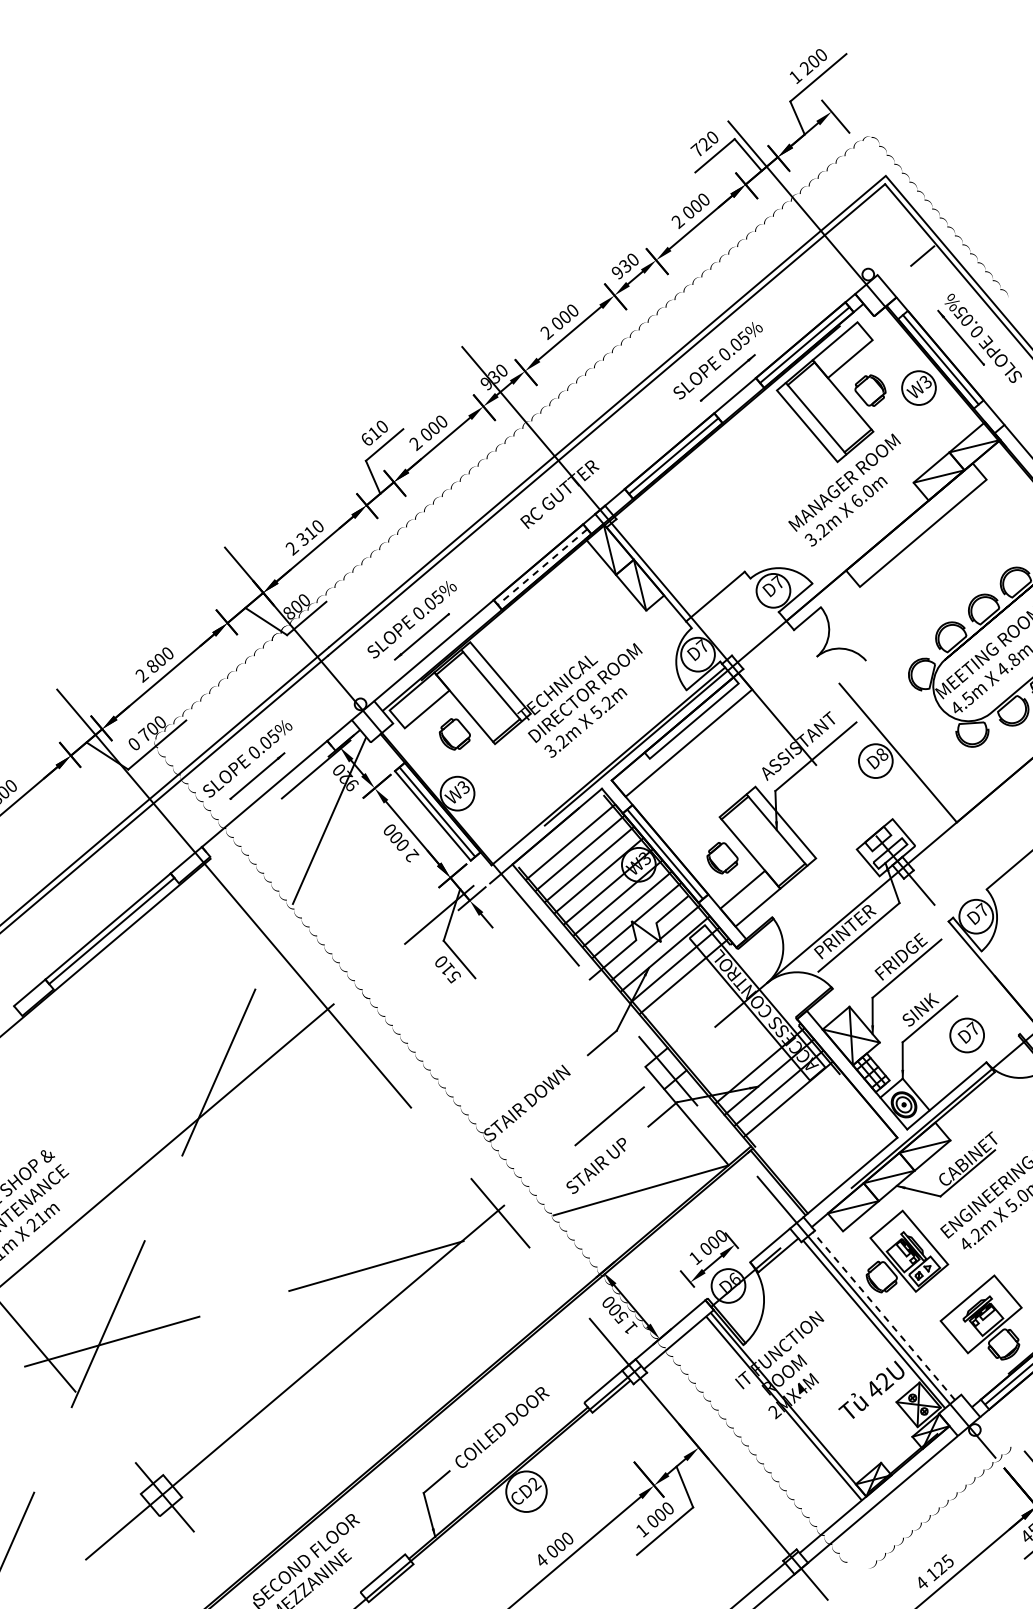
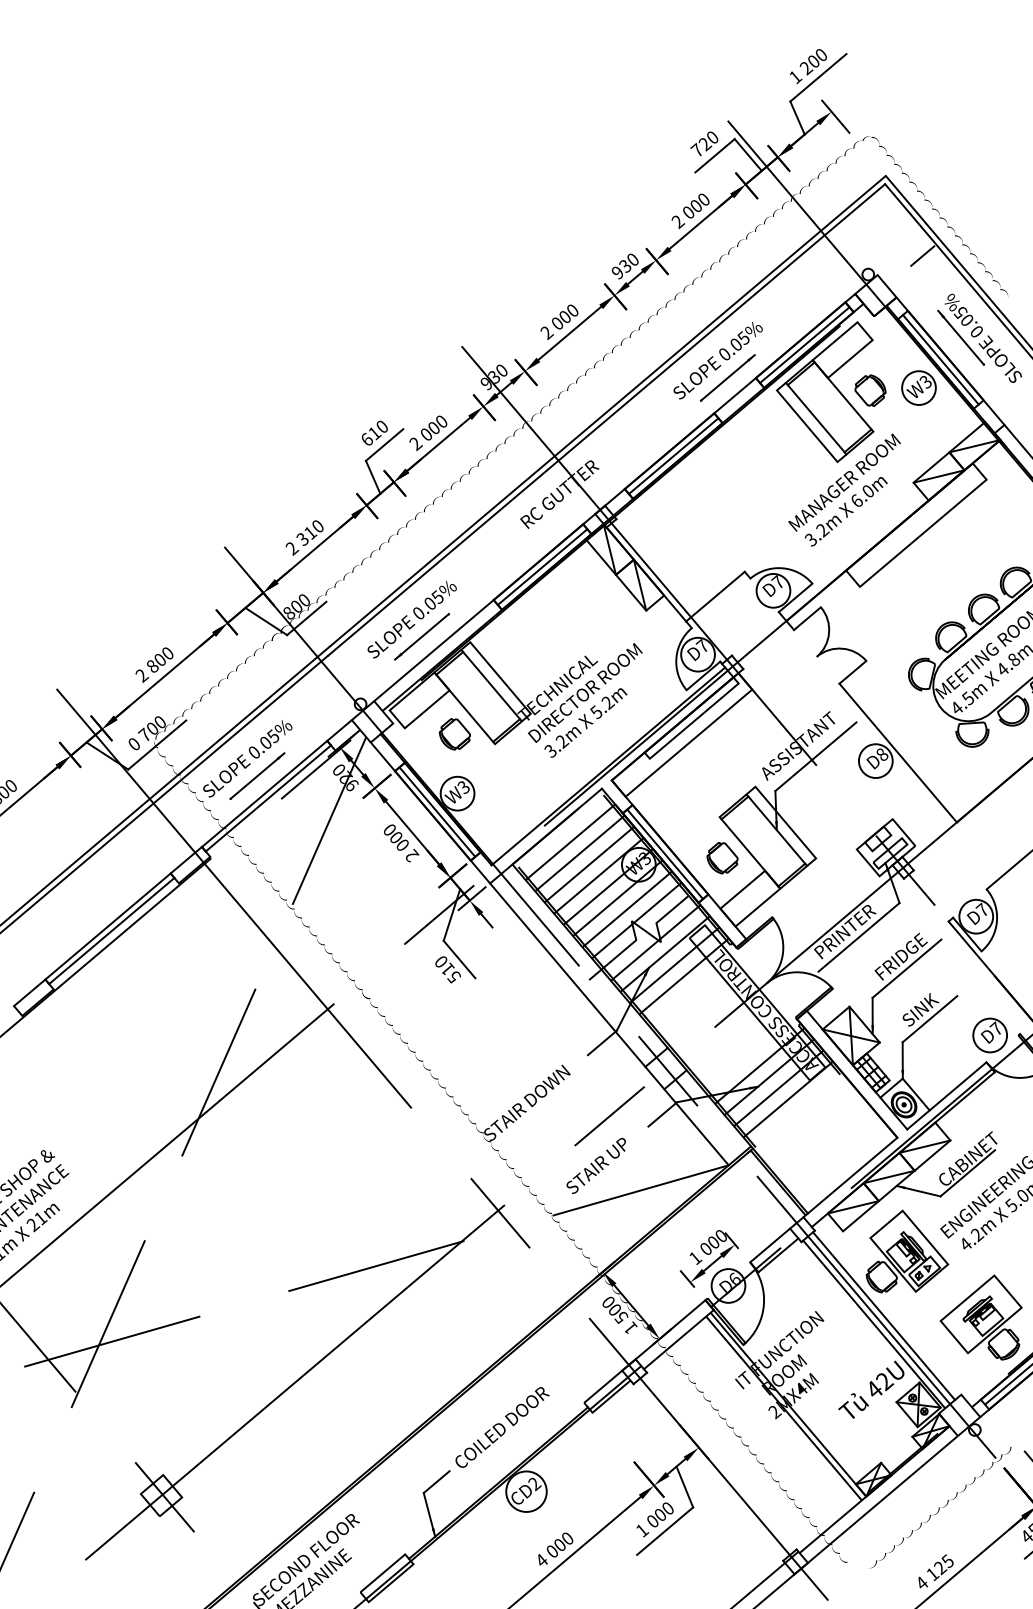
line at (542, 567): dashed -> solid
line at (852, 672): none -> present
line at (268, 798): none -> present
line at (507, 904): none -> present
part at (966, 1035) position: (966, 1035) -> (989, 1035)
line at (884, 1316): dashed -> solid
